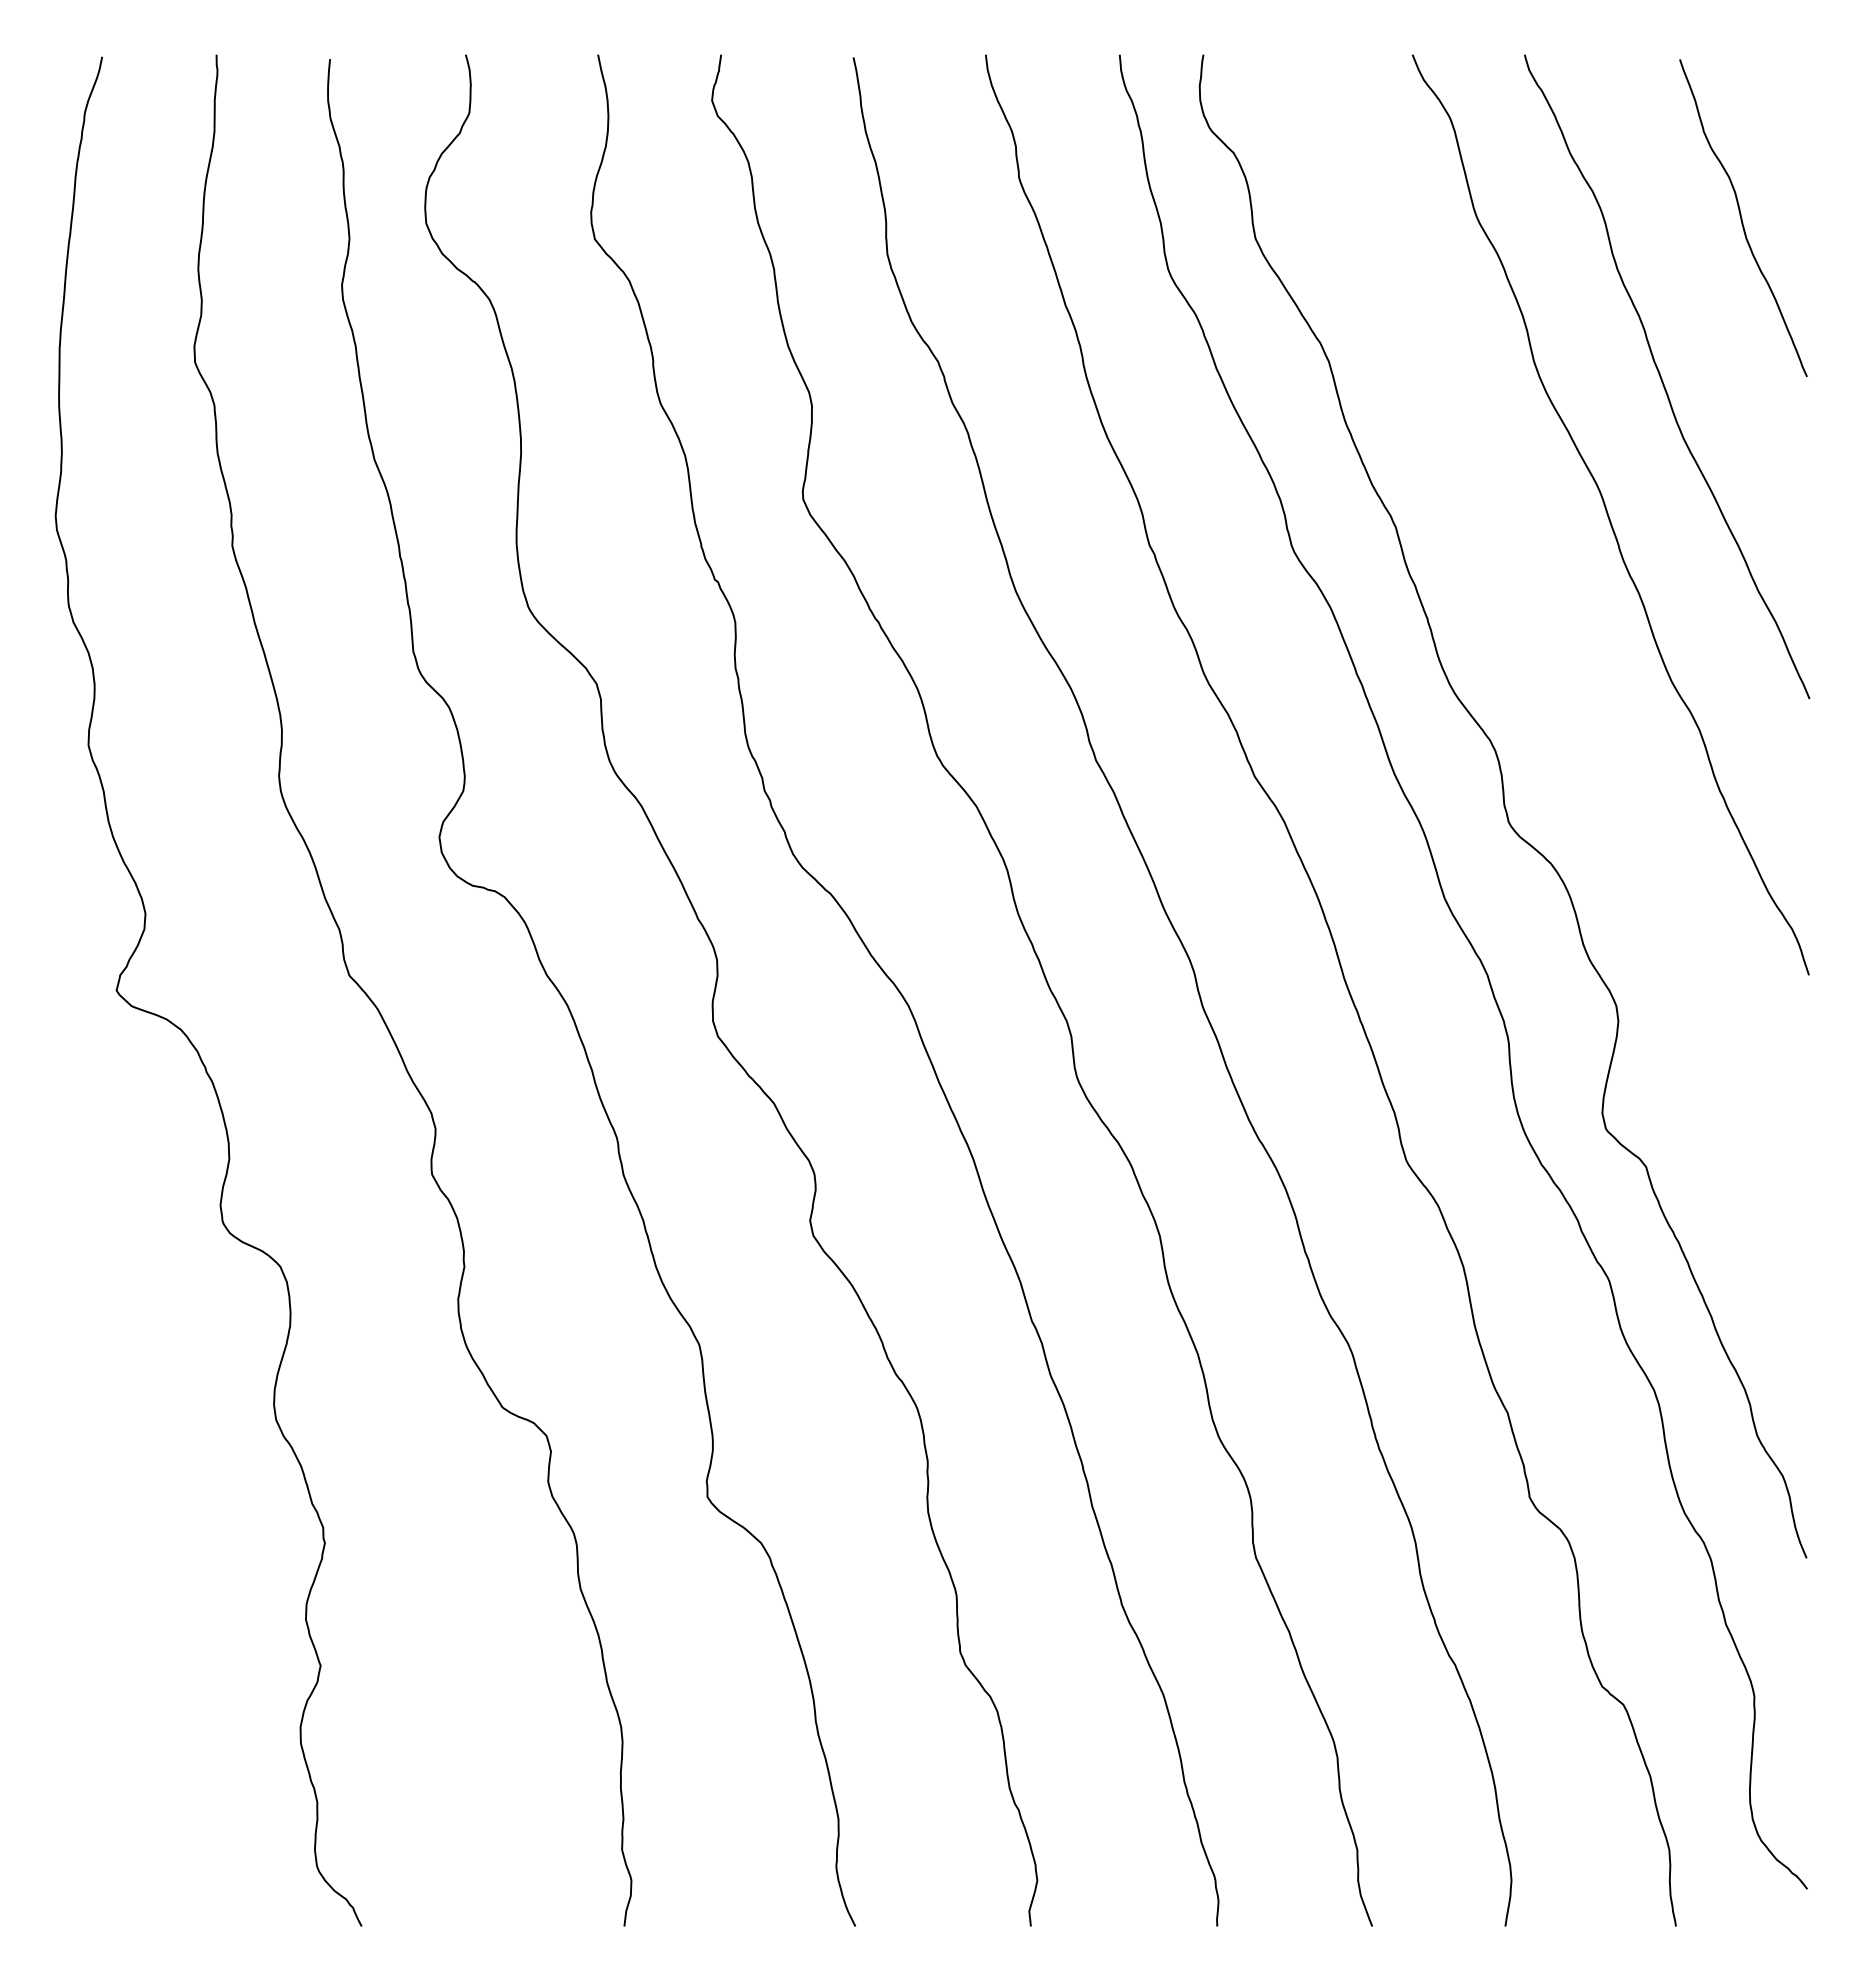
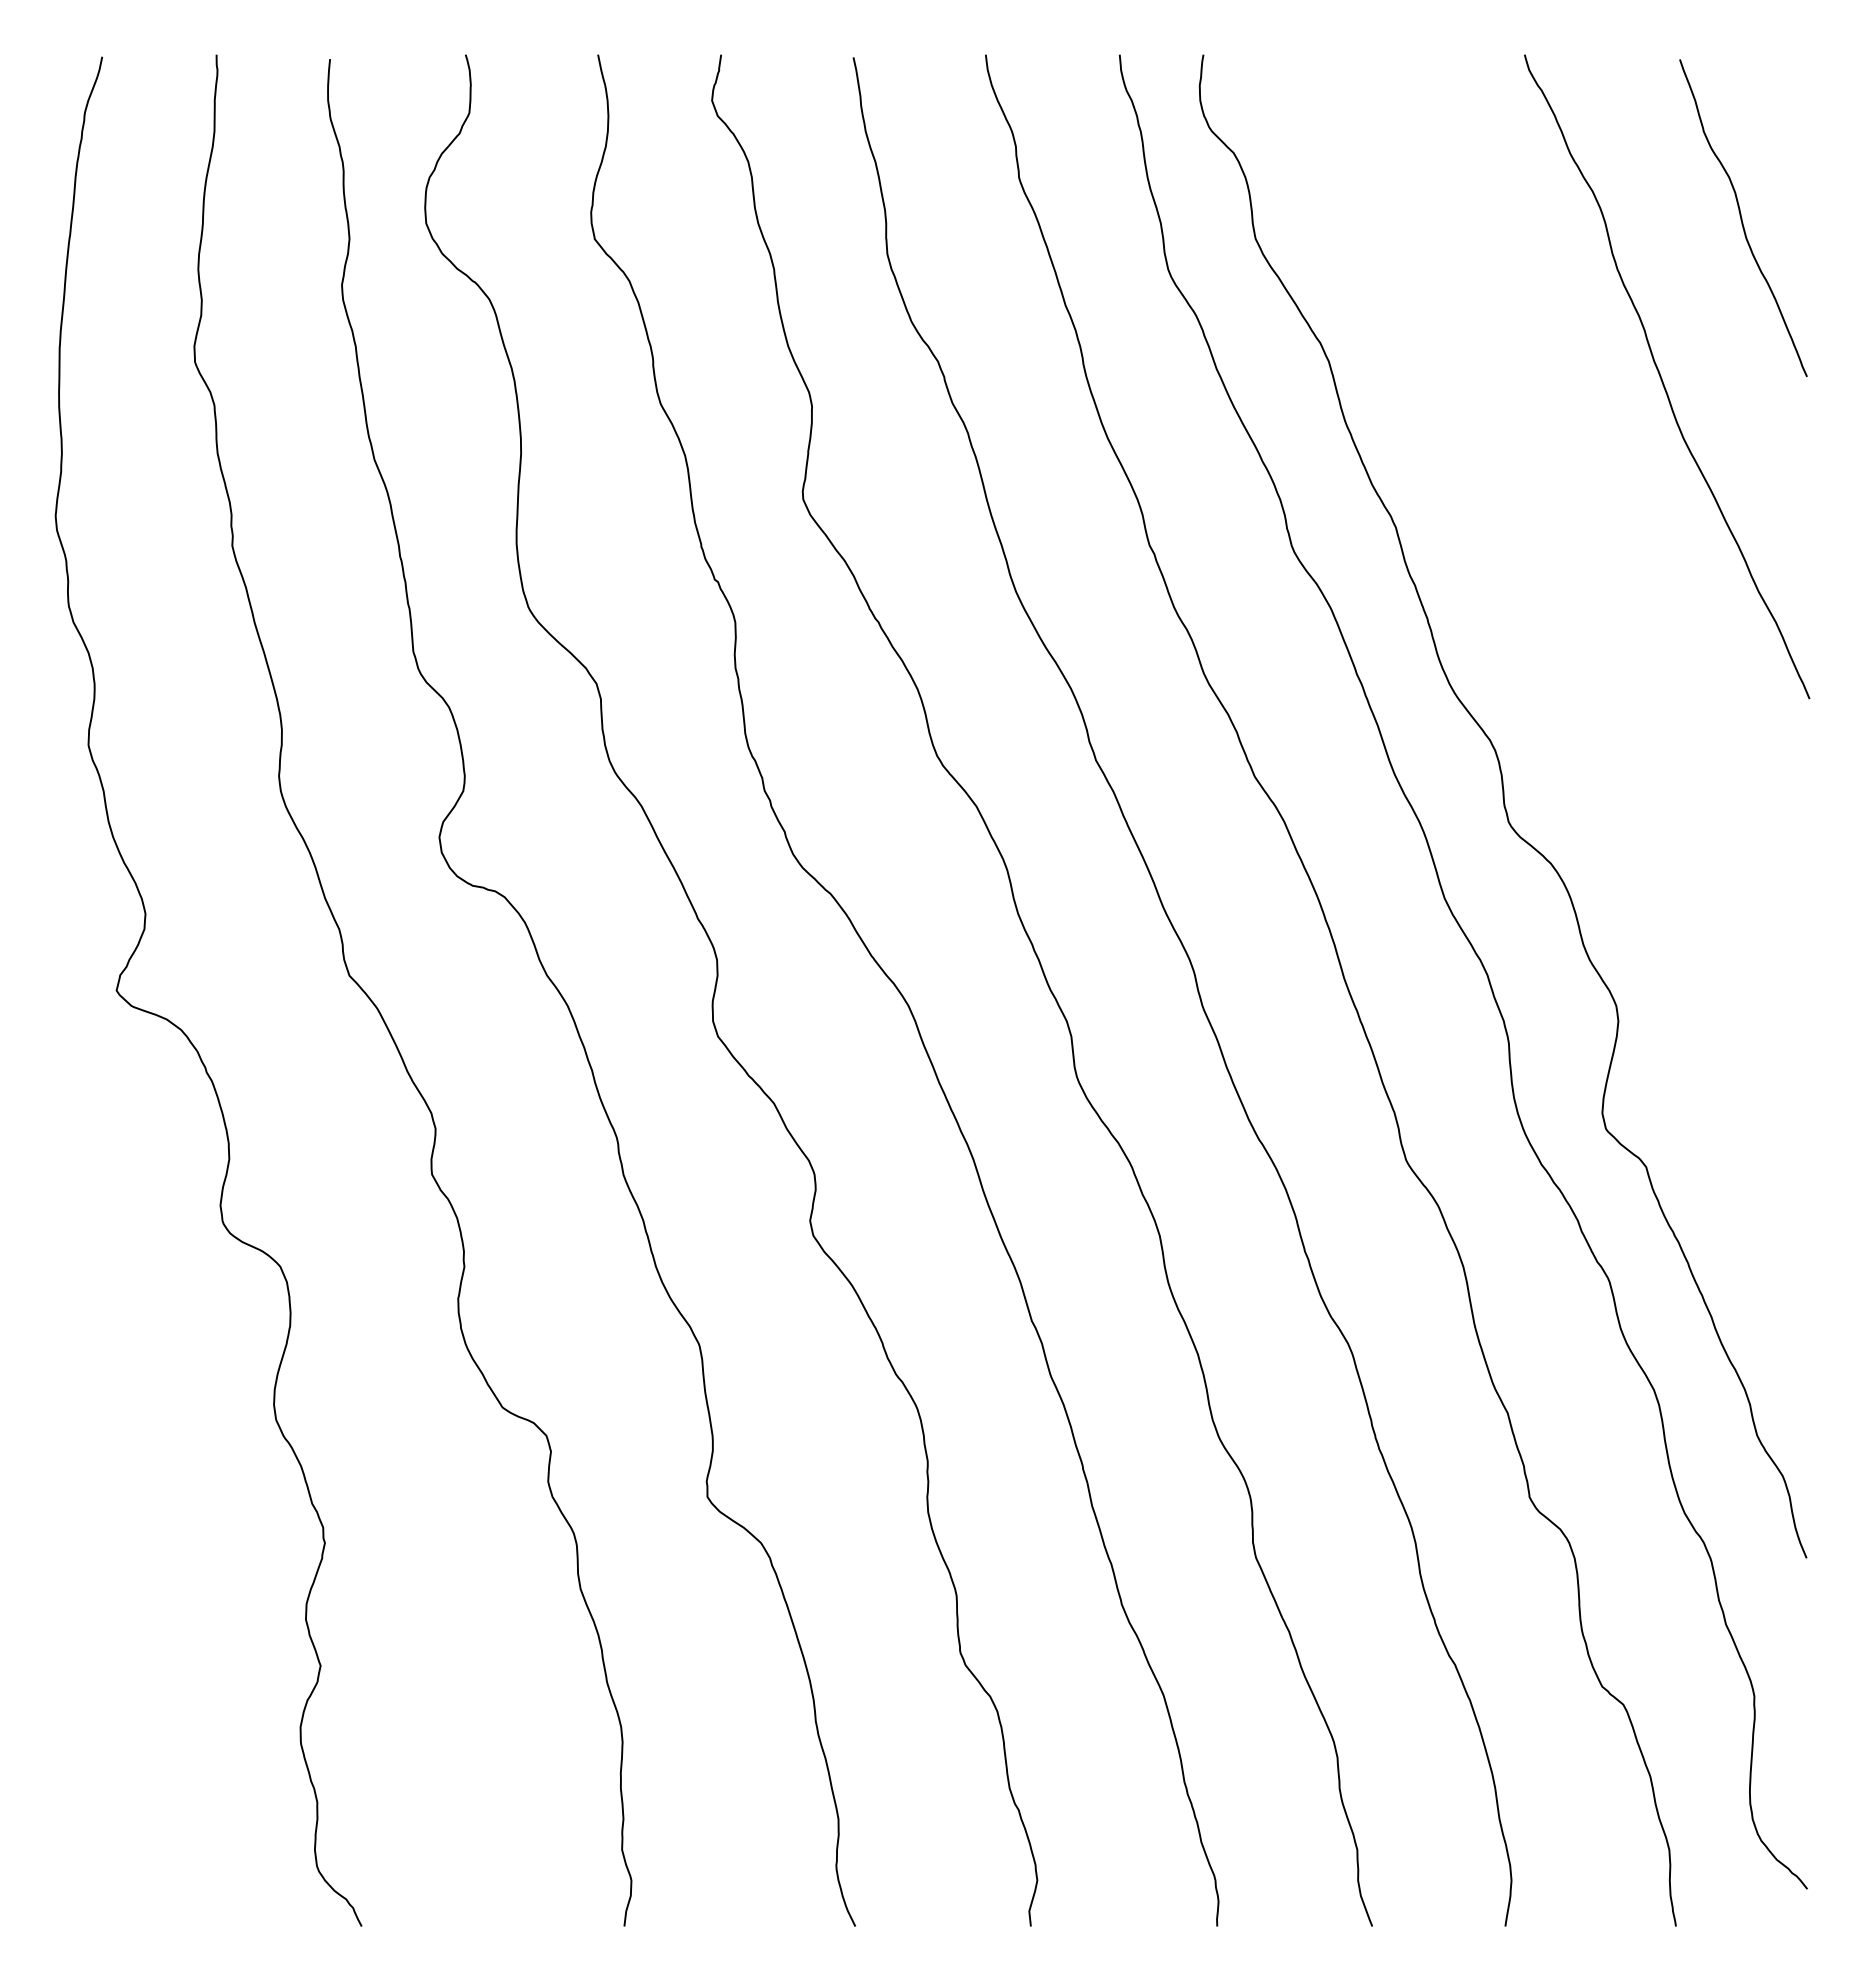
curve at (1609, 515): present -> none
